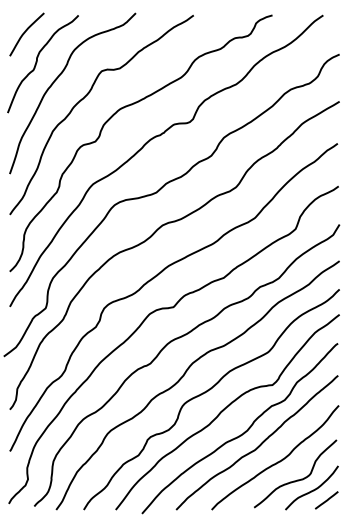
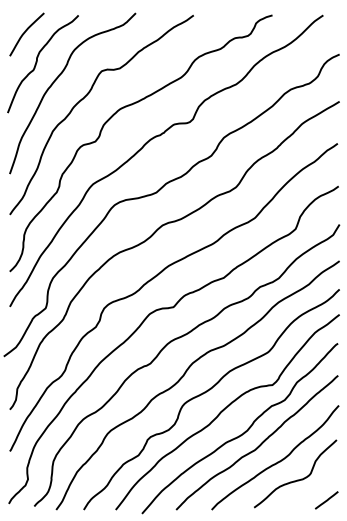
curve at (313, 489): present -> none
